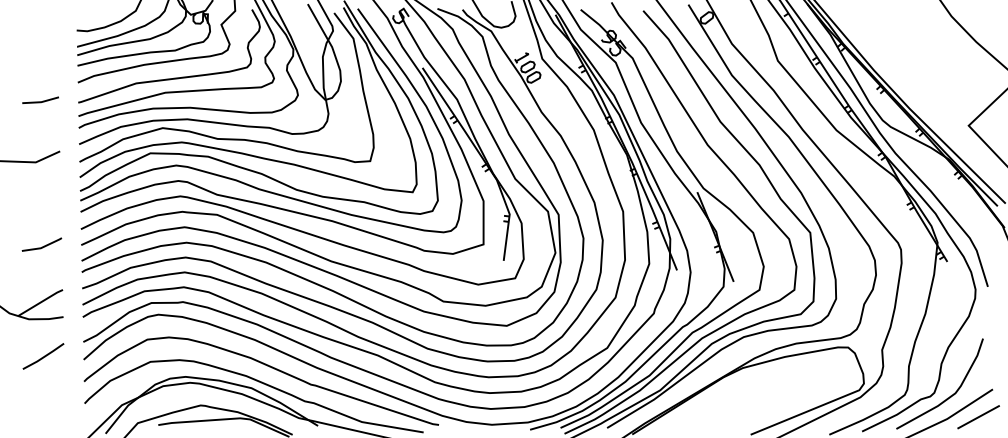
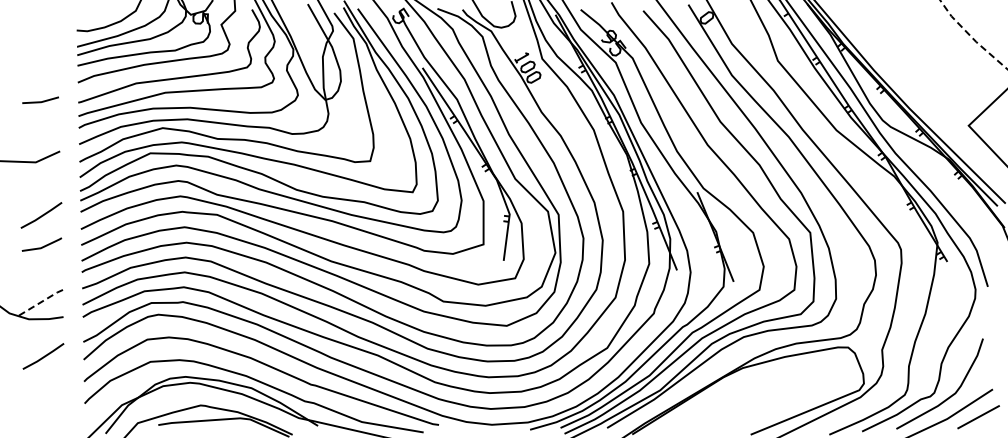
line at (971, 37): solid -> dashed
line at (41, 215): none -> present
line at (41, 302): solid -> dashed
